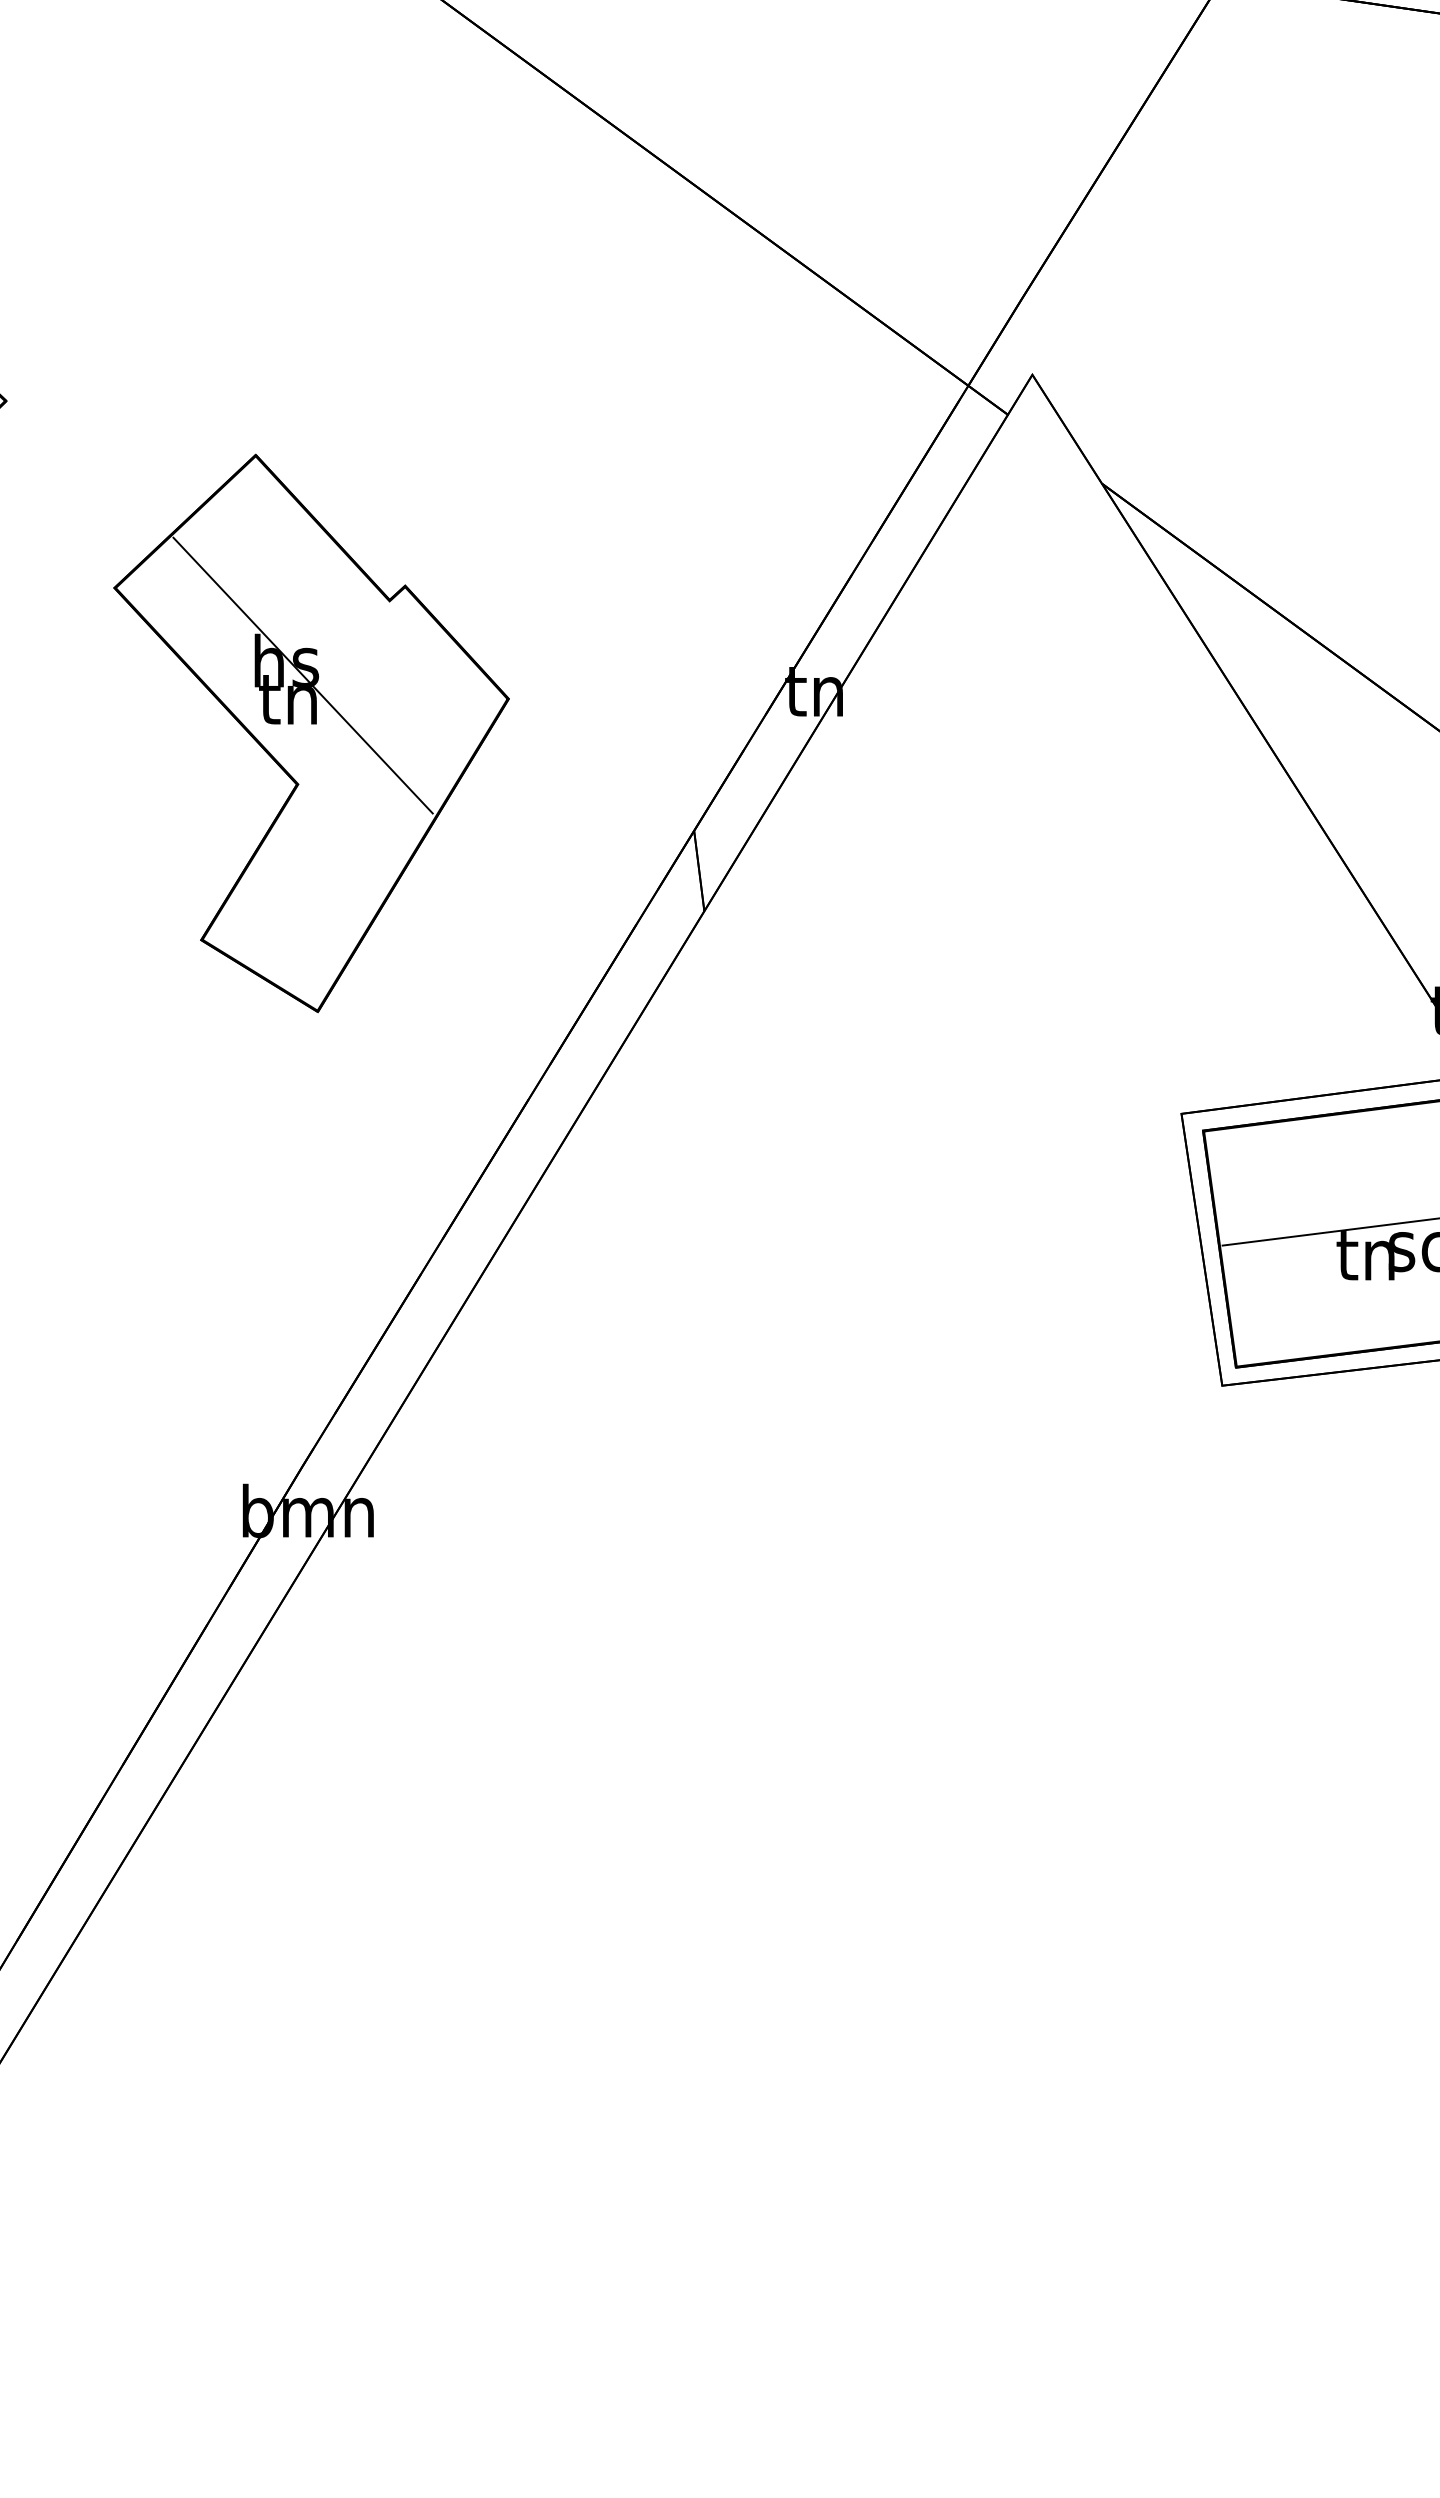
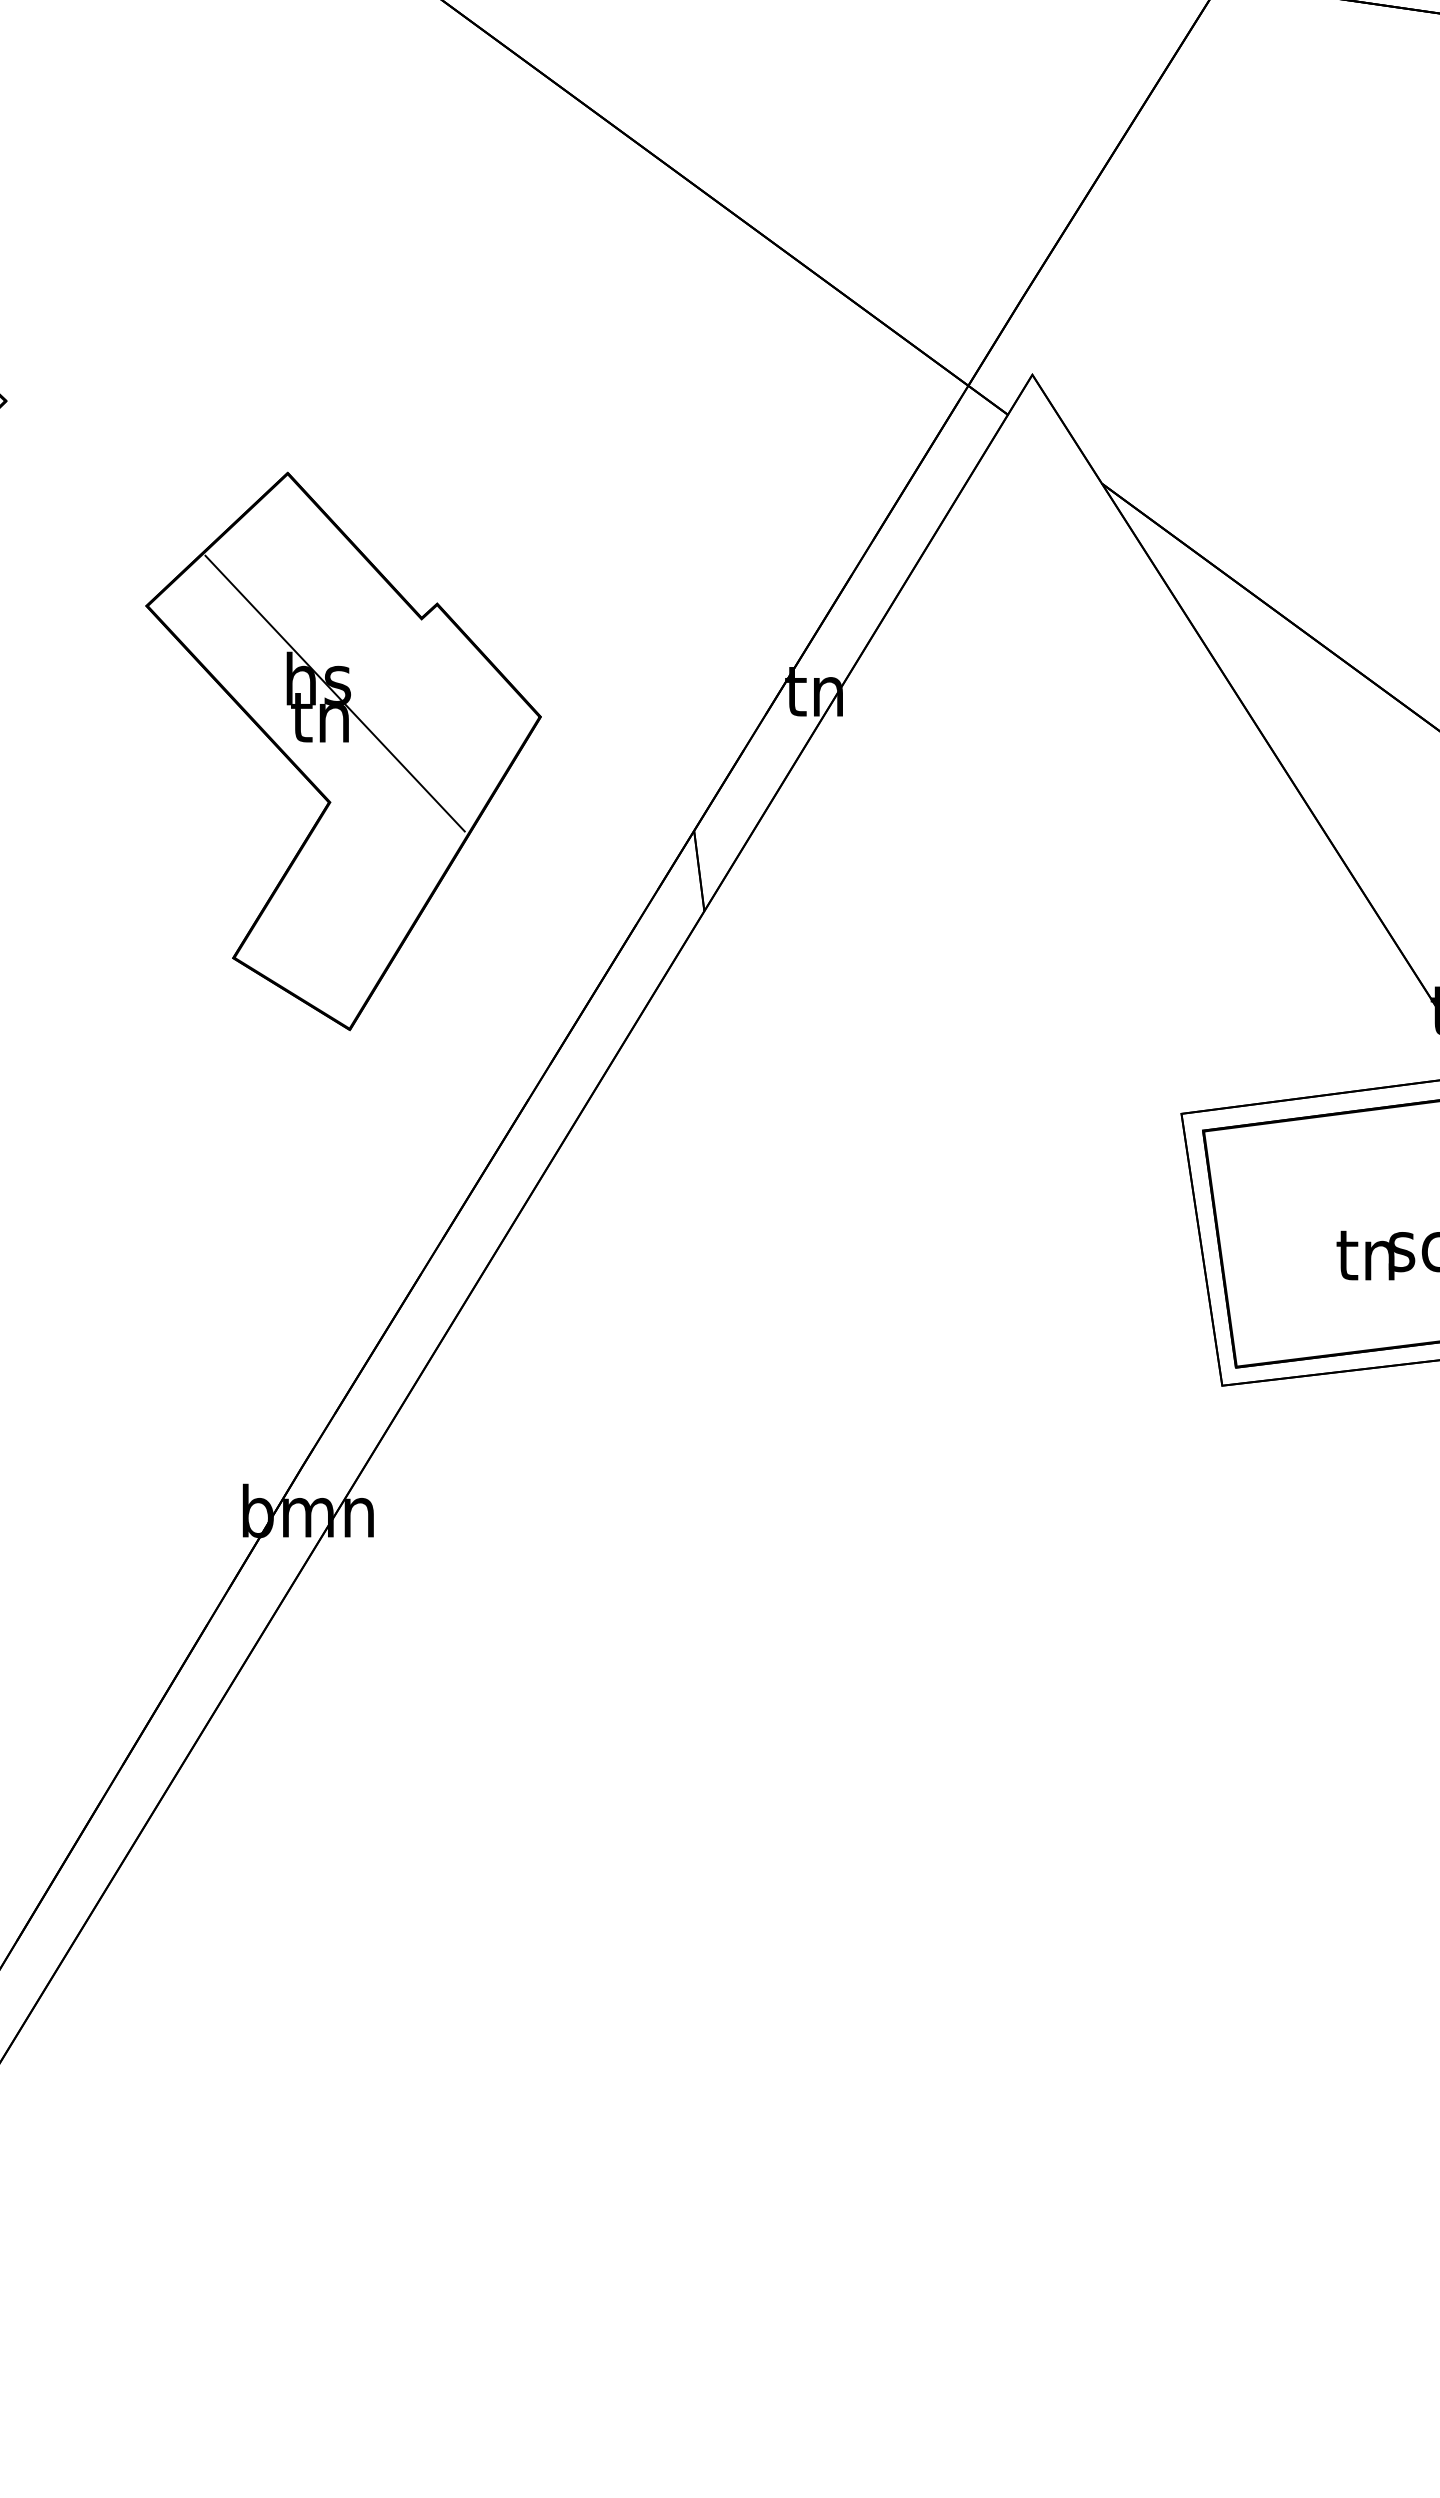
part at (311, 733) position: (311, 733) -> (343, 751)
line at (1329, 1231): present -> none
